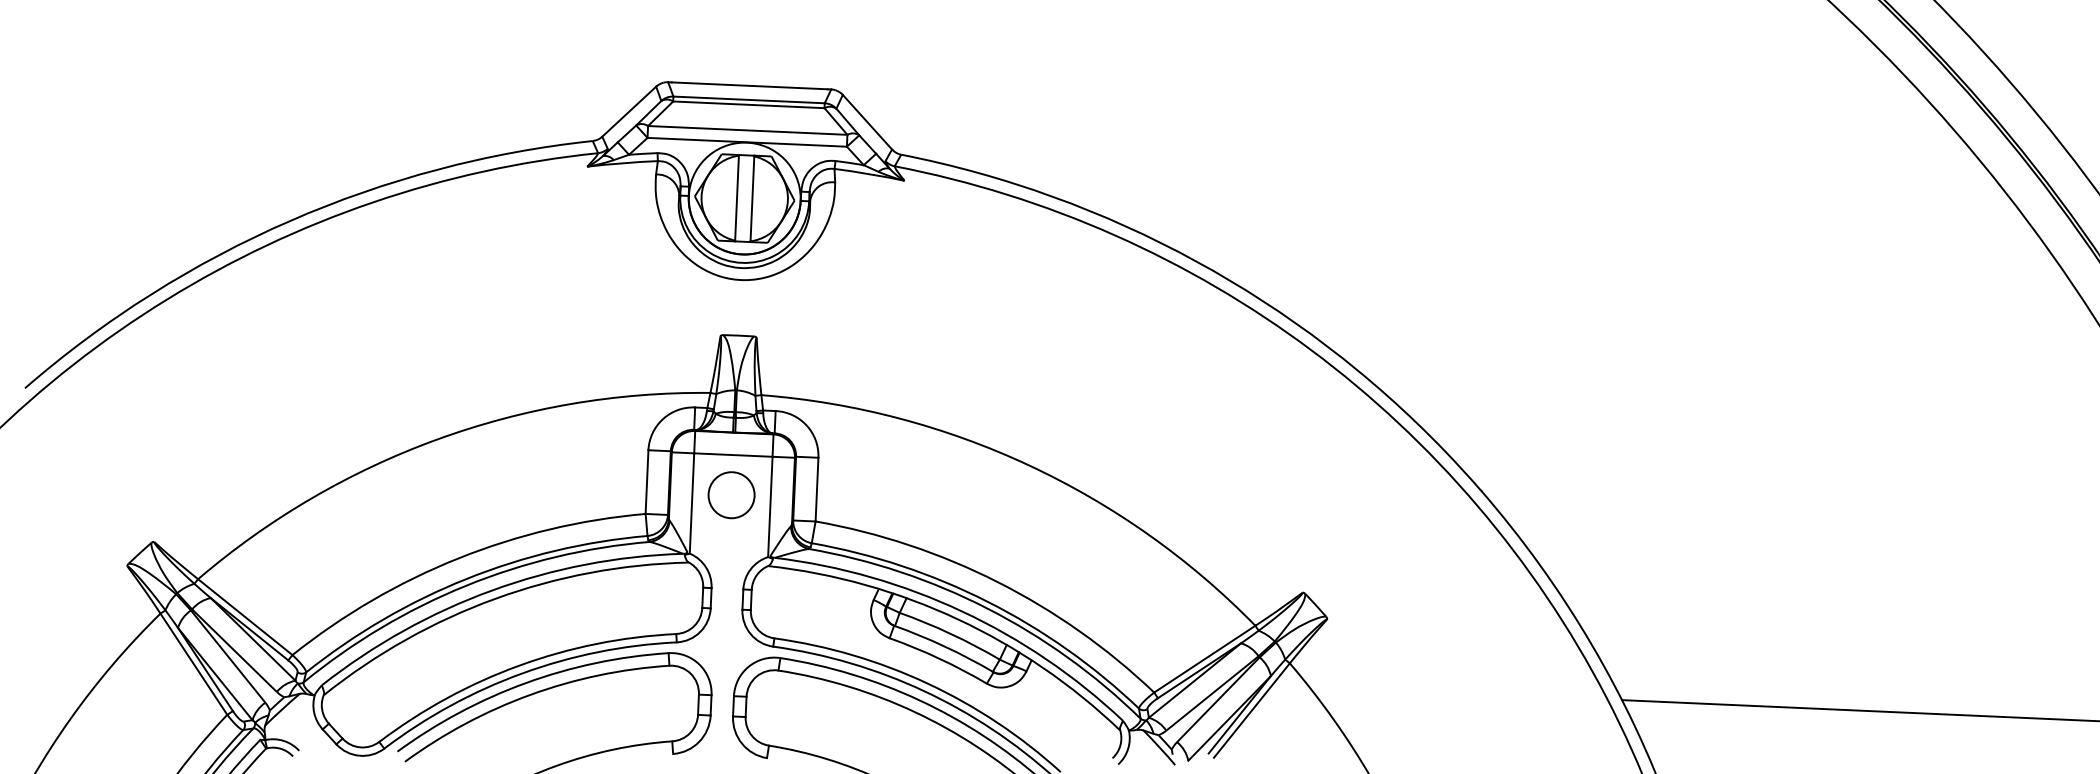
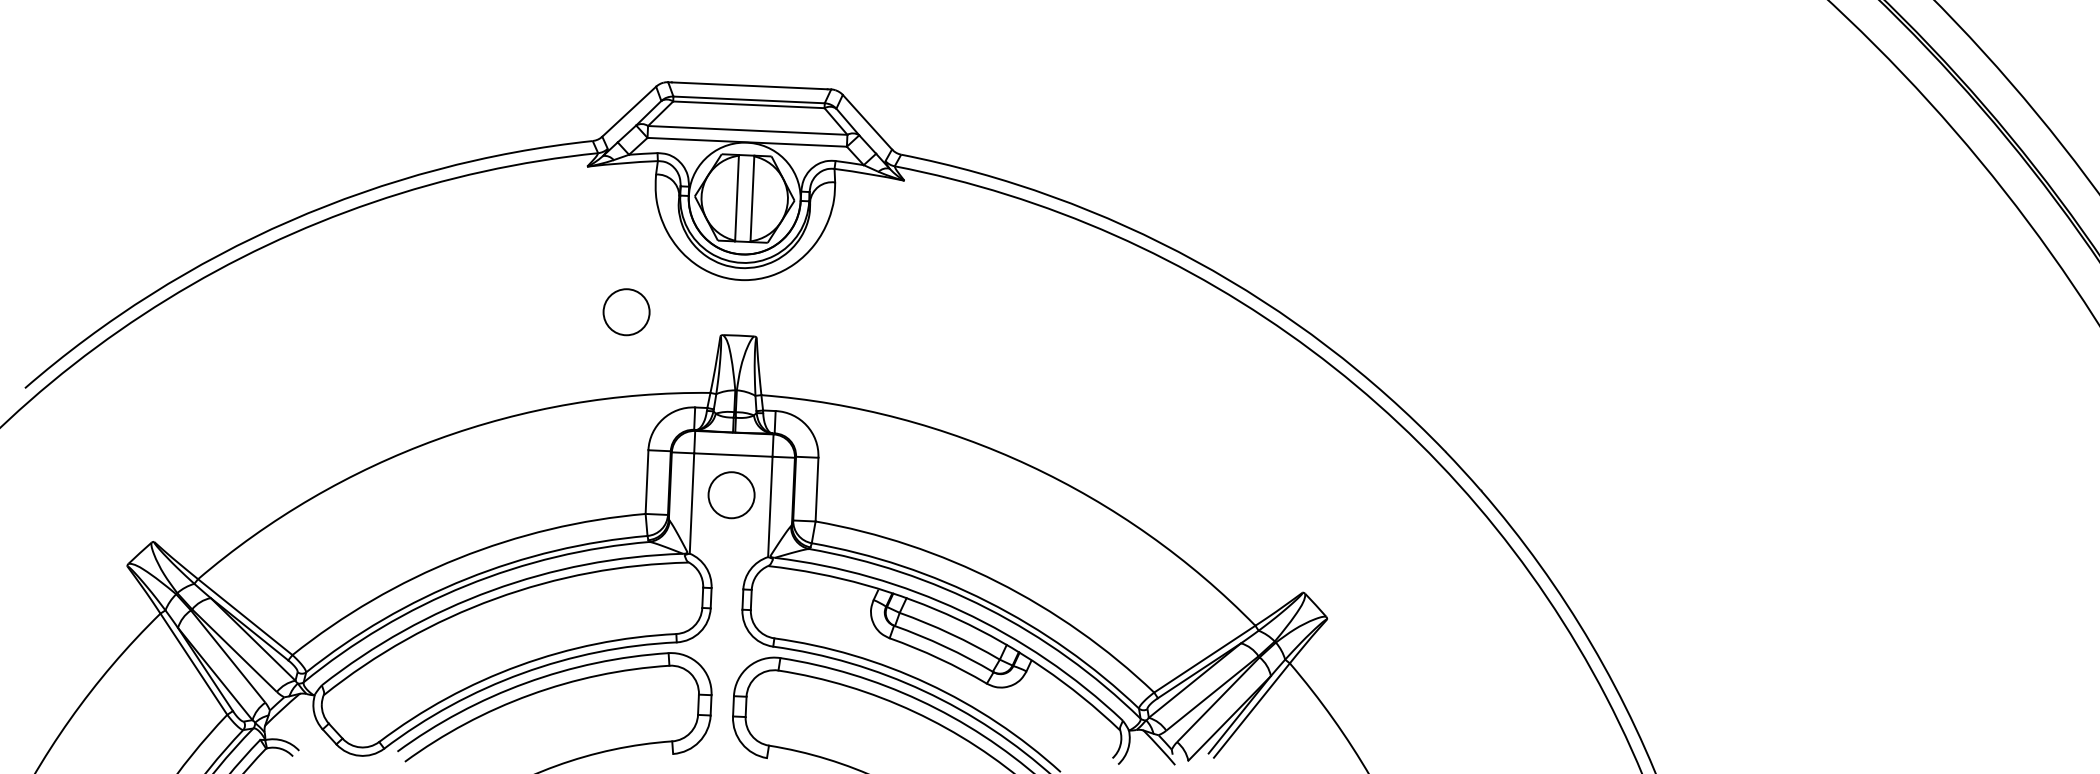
circle at (626, 312): none -> present
line at (1859, 710): present -> none
